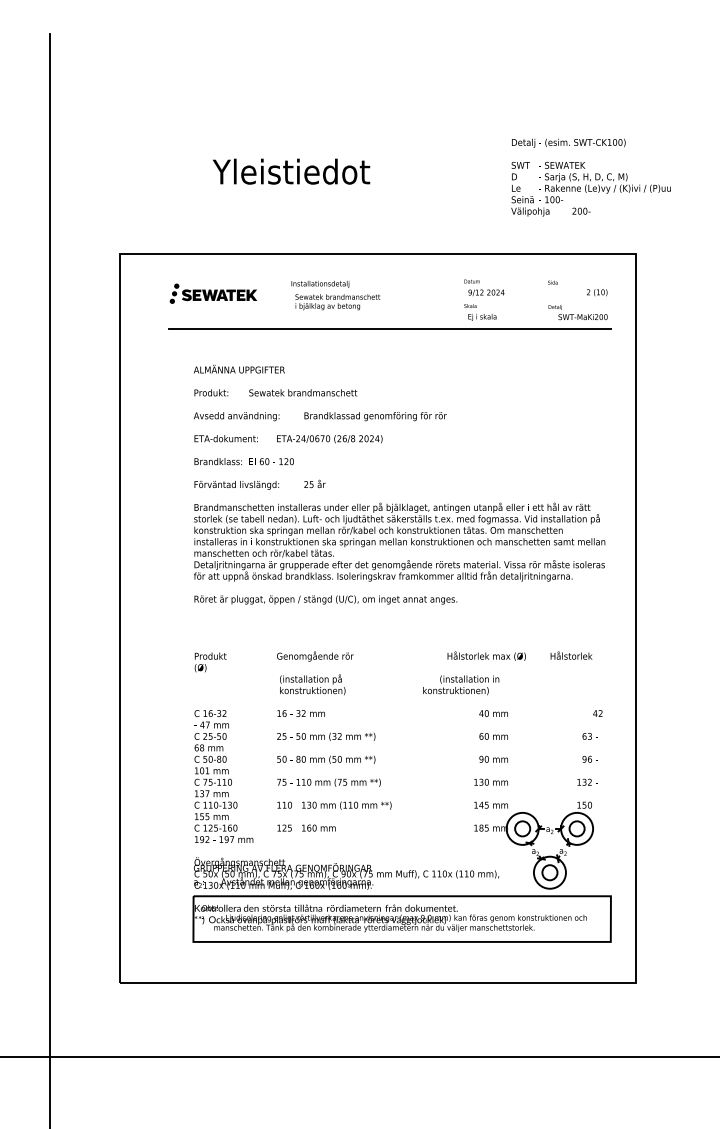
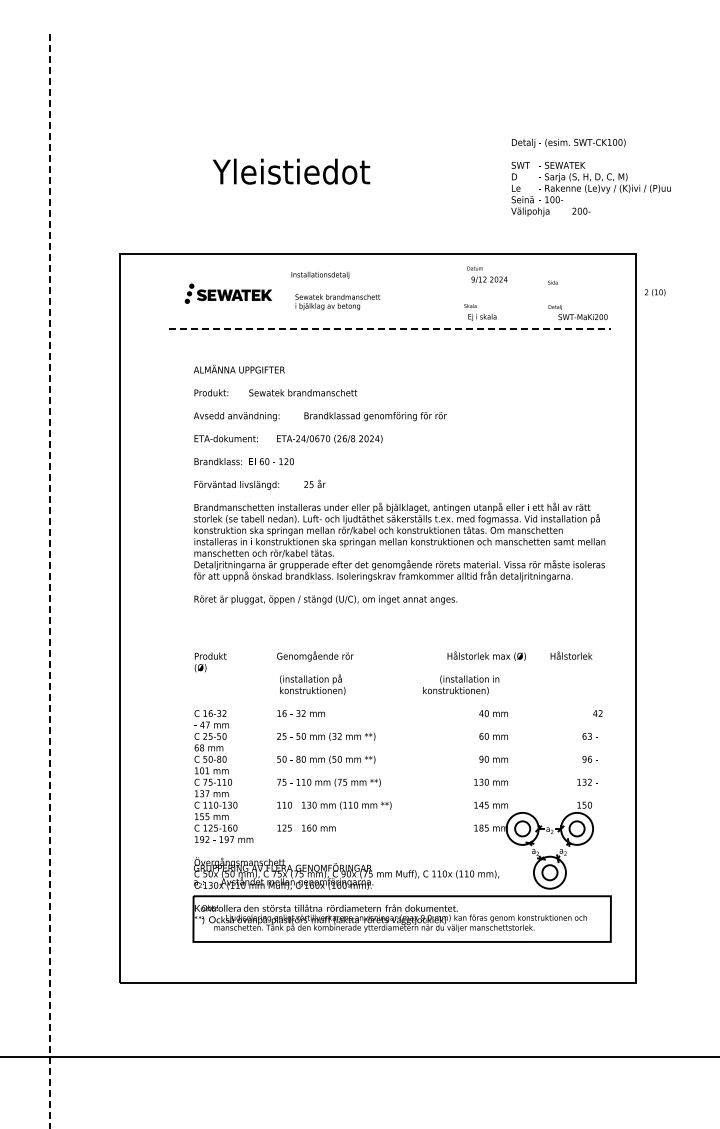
text at (320, 283) position: (320, 283) -> (320, 274)
text at (484, 287) position: (484, 287) -> (487, 274)
text at (597, 292) position: (597, 292) -> (655, 292)
part at (212, 293) position: (212, 293) -> (227, 293)
line at (389, 328): solid -> dashed
line at (49, 581): solid -> dashed
